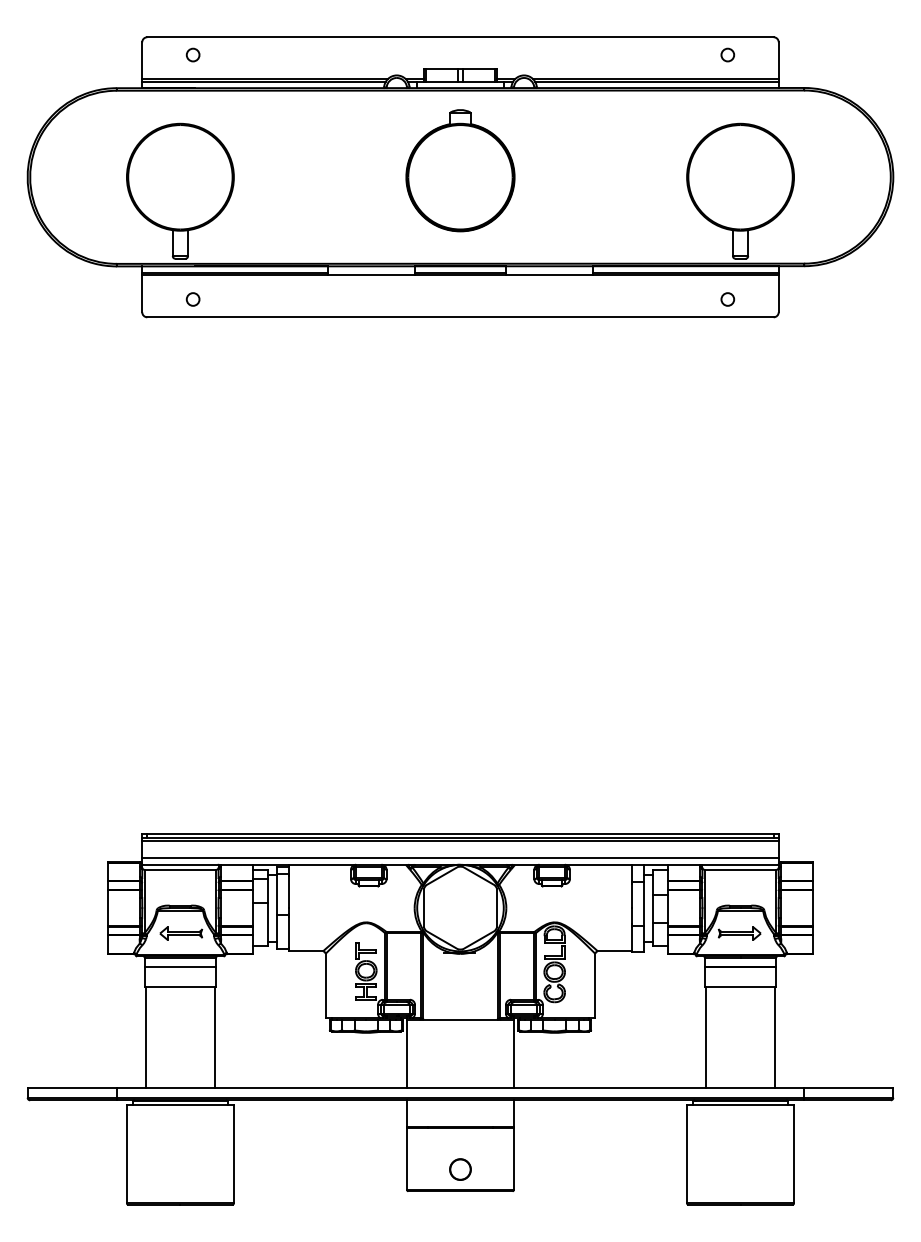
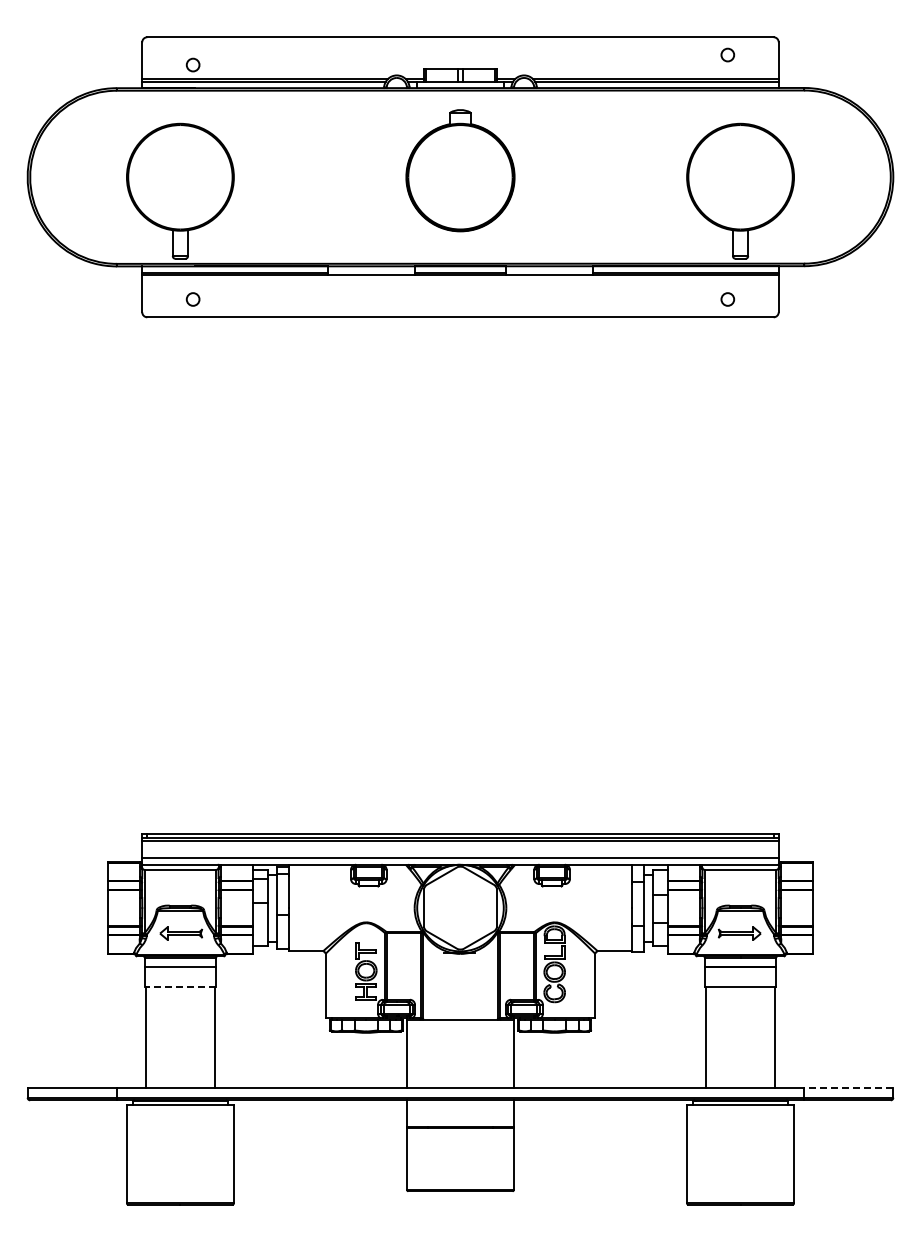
circle at (192, 54) position: (192, 54) -> (192, 64)
line at (180, 987): solid -> dashed
line at (848, 1087): solid -> dashed
circle at (460, 1169): present -> none
